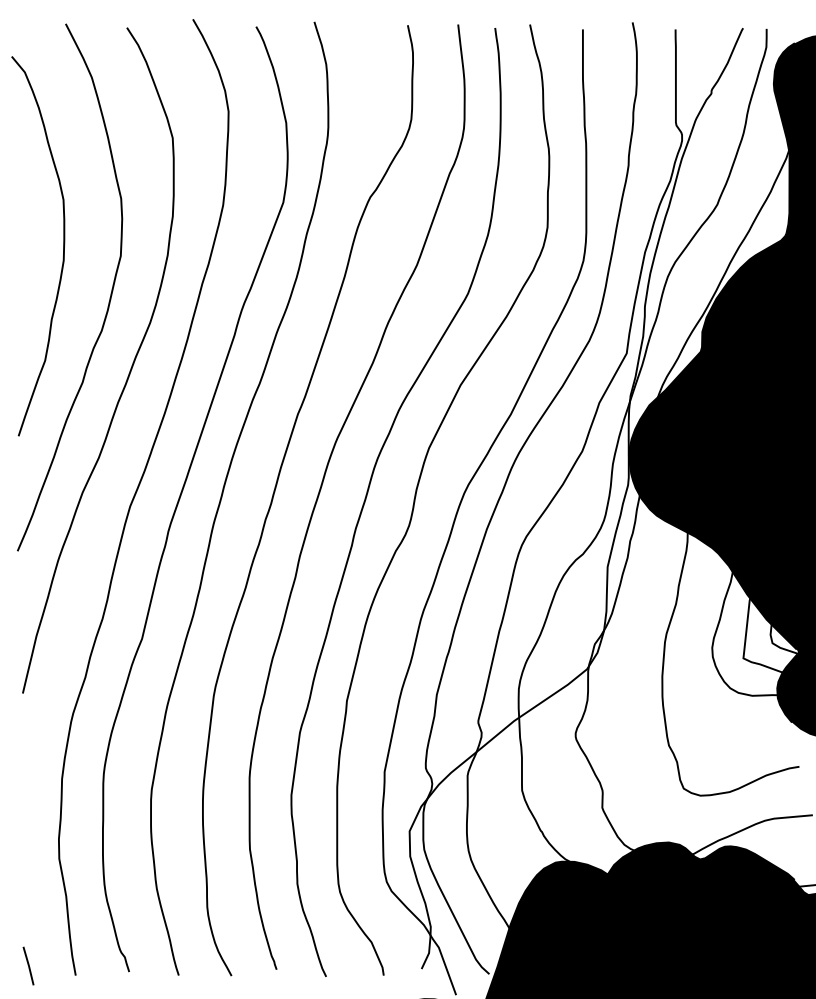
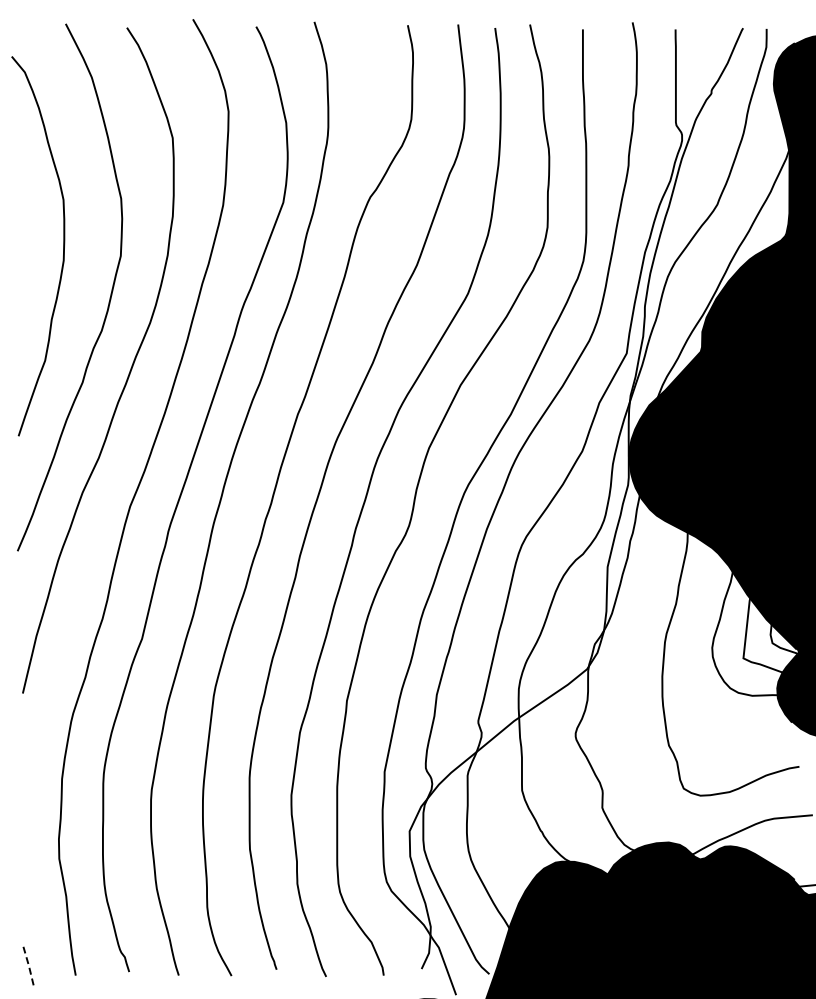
line at (29, 966): solid -> dashed
